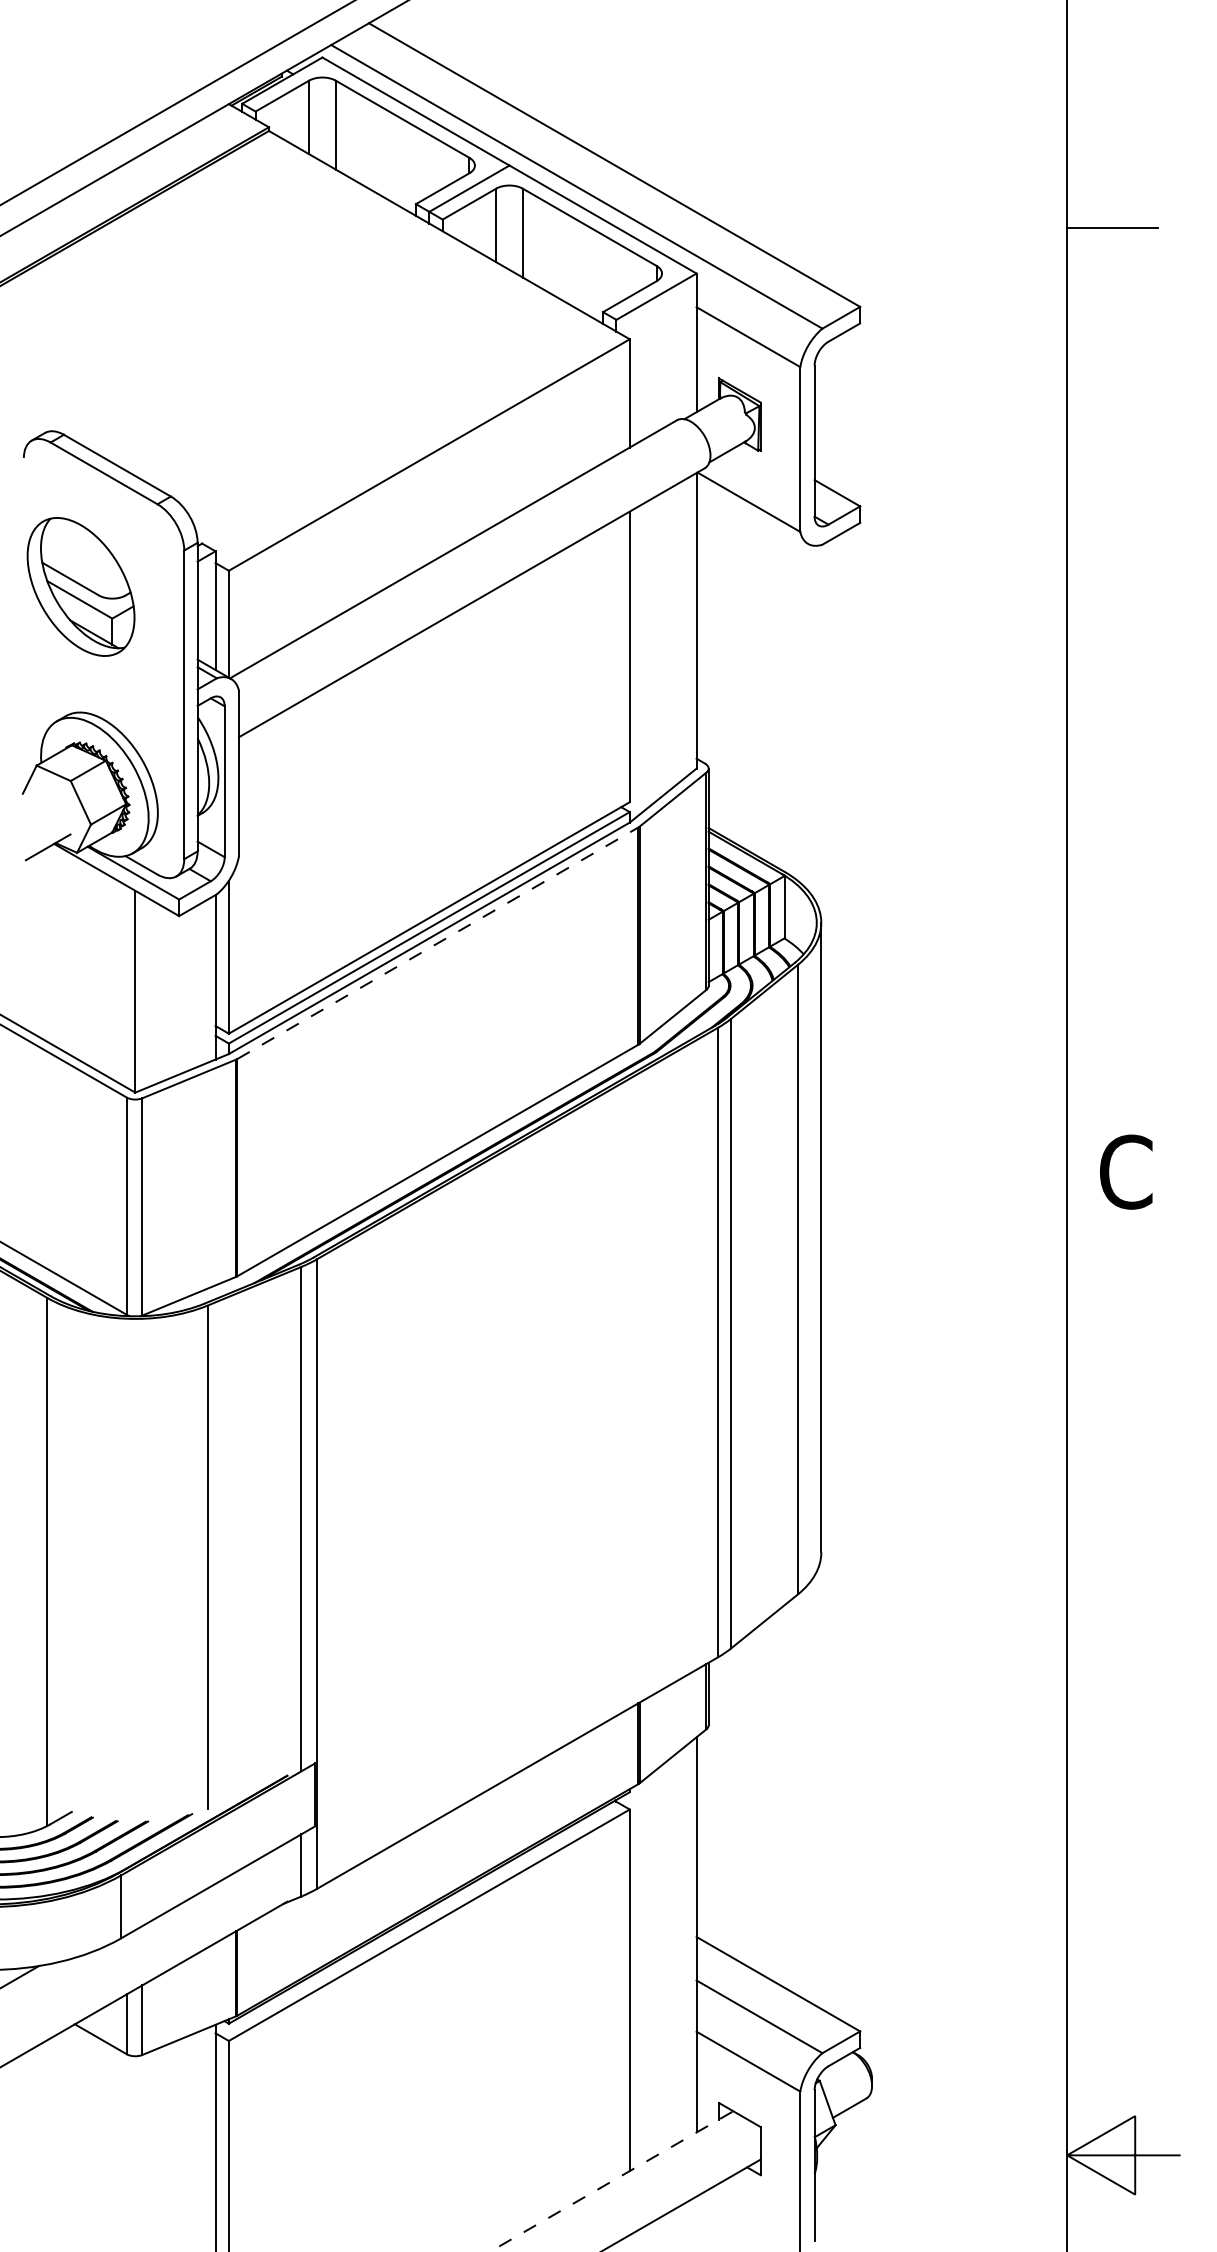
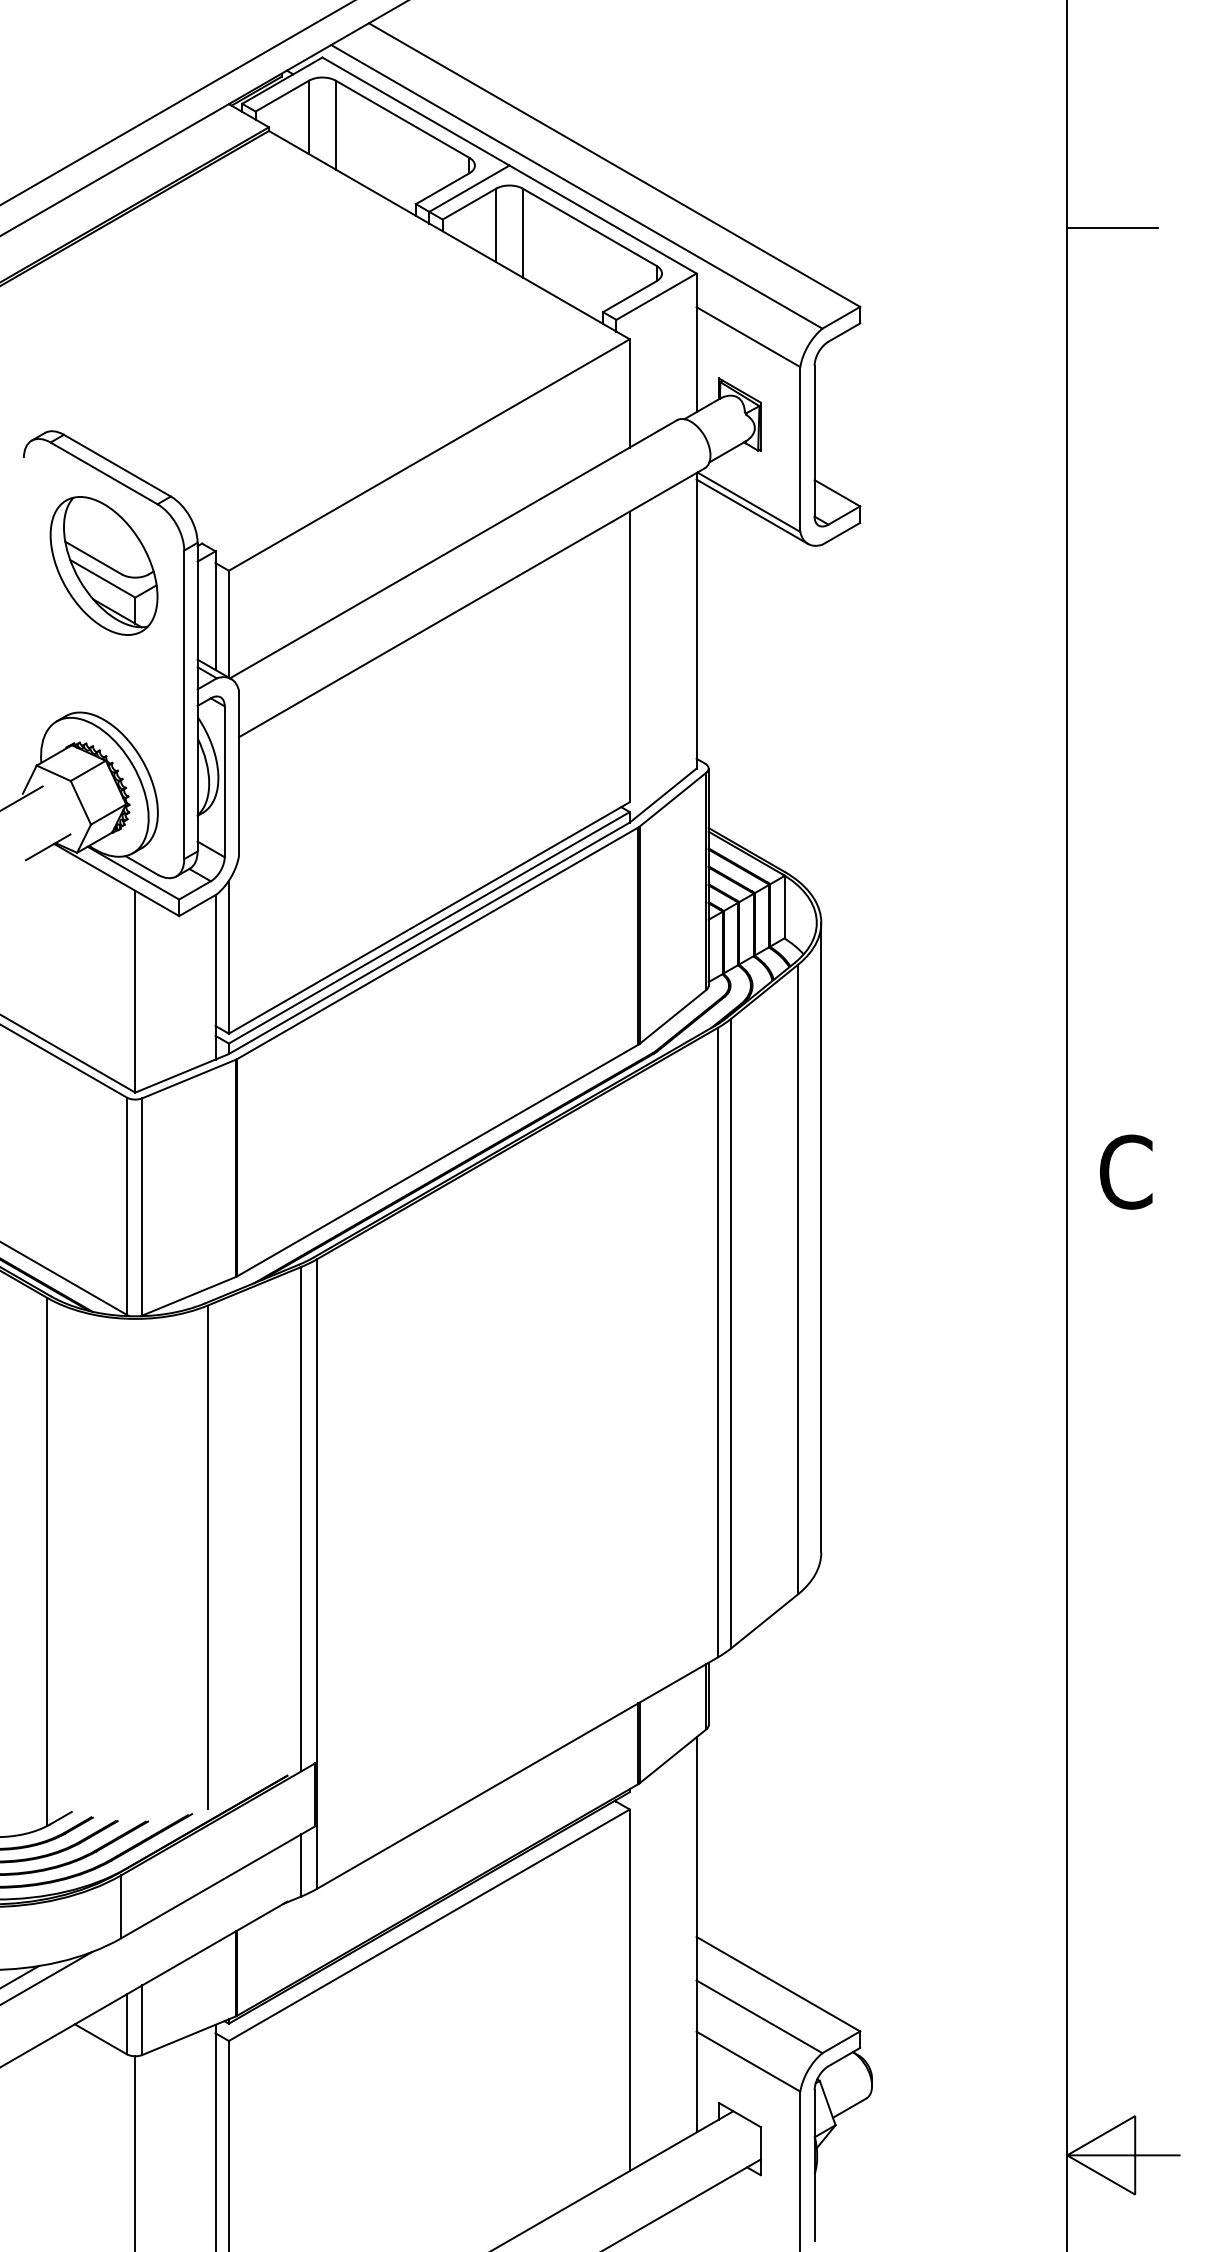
line at (752, 511): none -> present
part at (80, 586) position: (80, 586) -> (103, 565)
line at (22, 797): none -> present
line at (438, 943): dashed -> solid
line at (47, 1977): none -> present
line at (135, 2152): none -> present
line at (612, 2181): dashed -> solid
